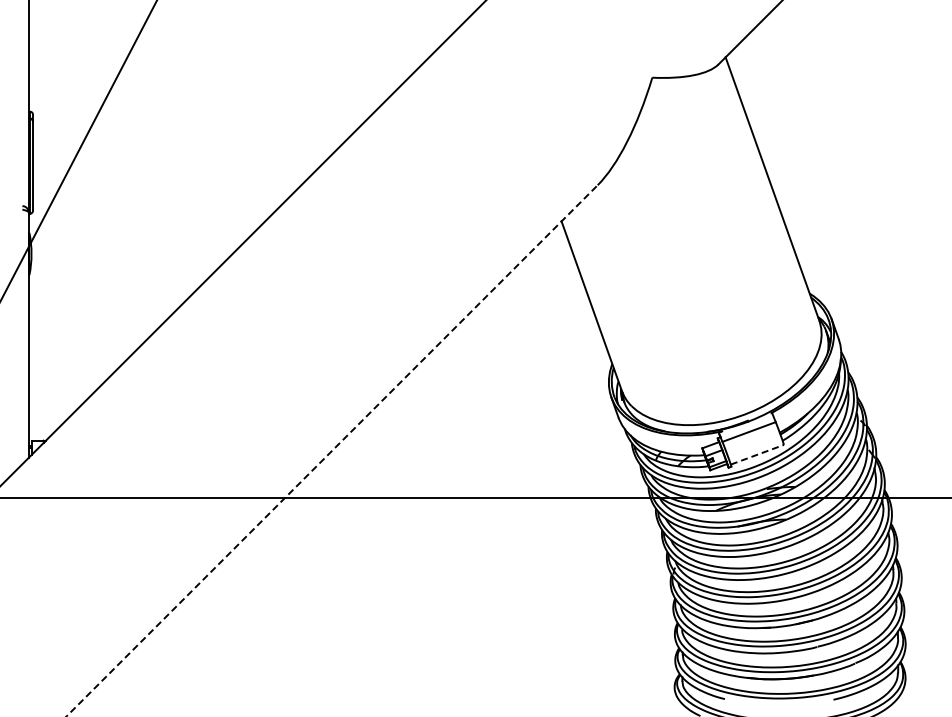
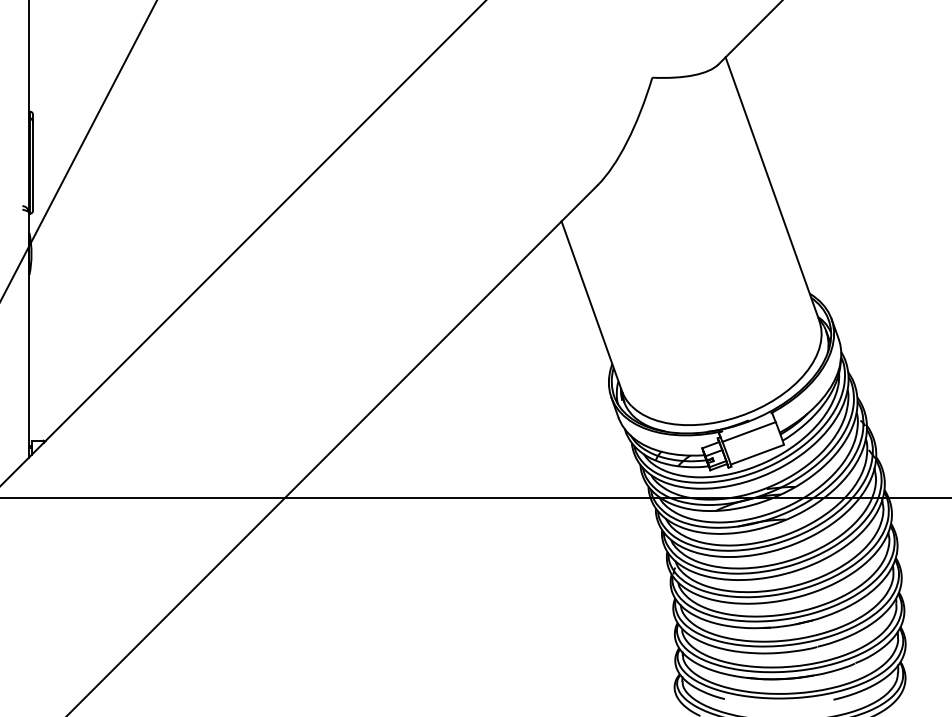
line at (331, 451): dashed -> solid
line at (757, 454): dashed -> solid
